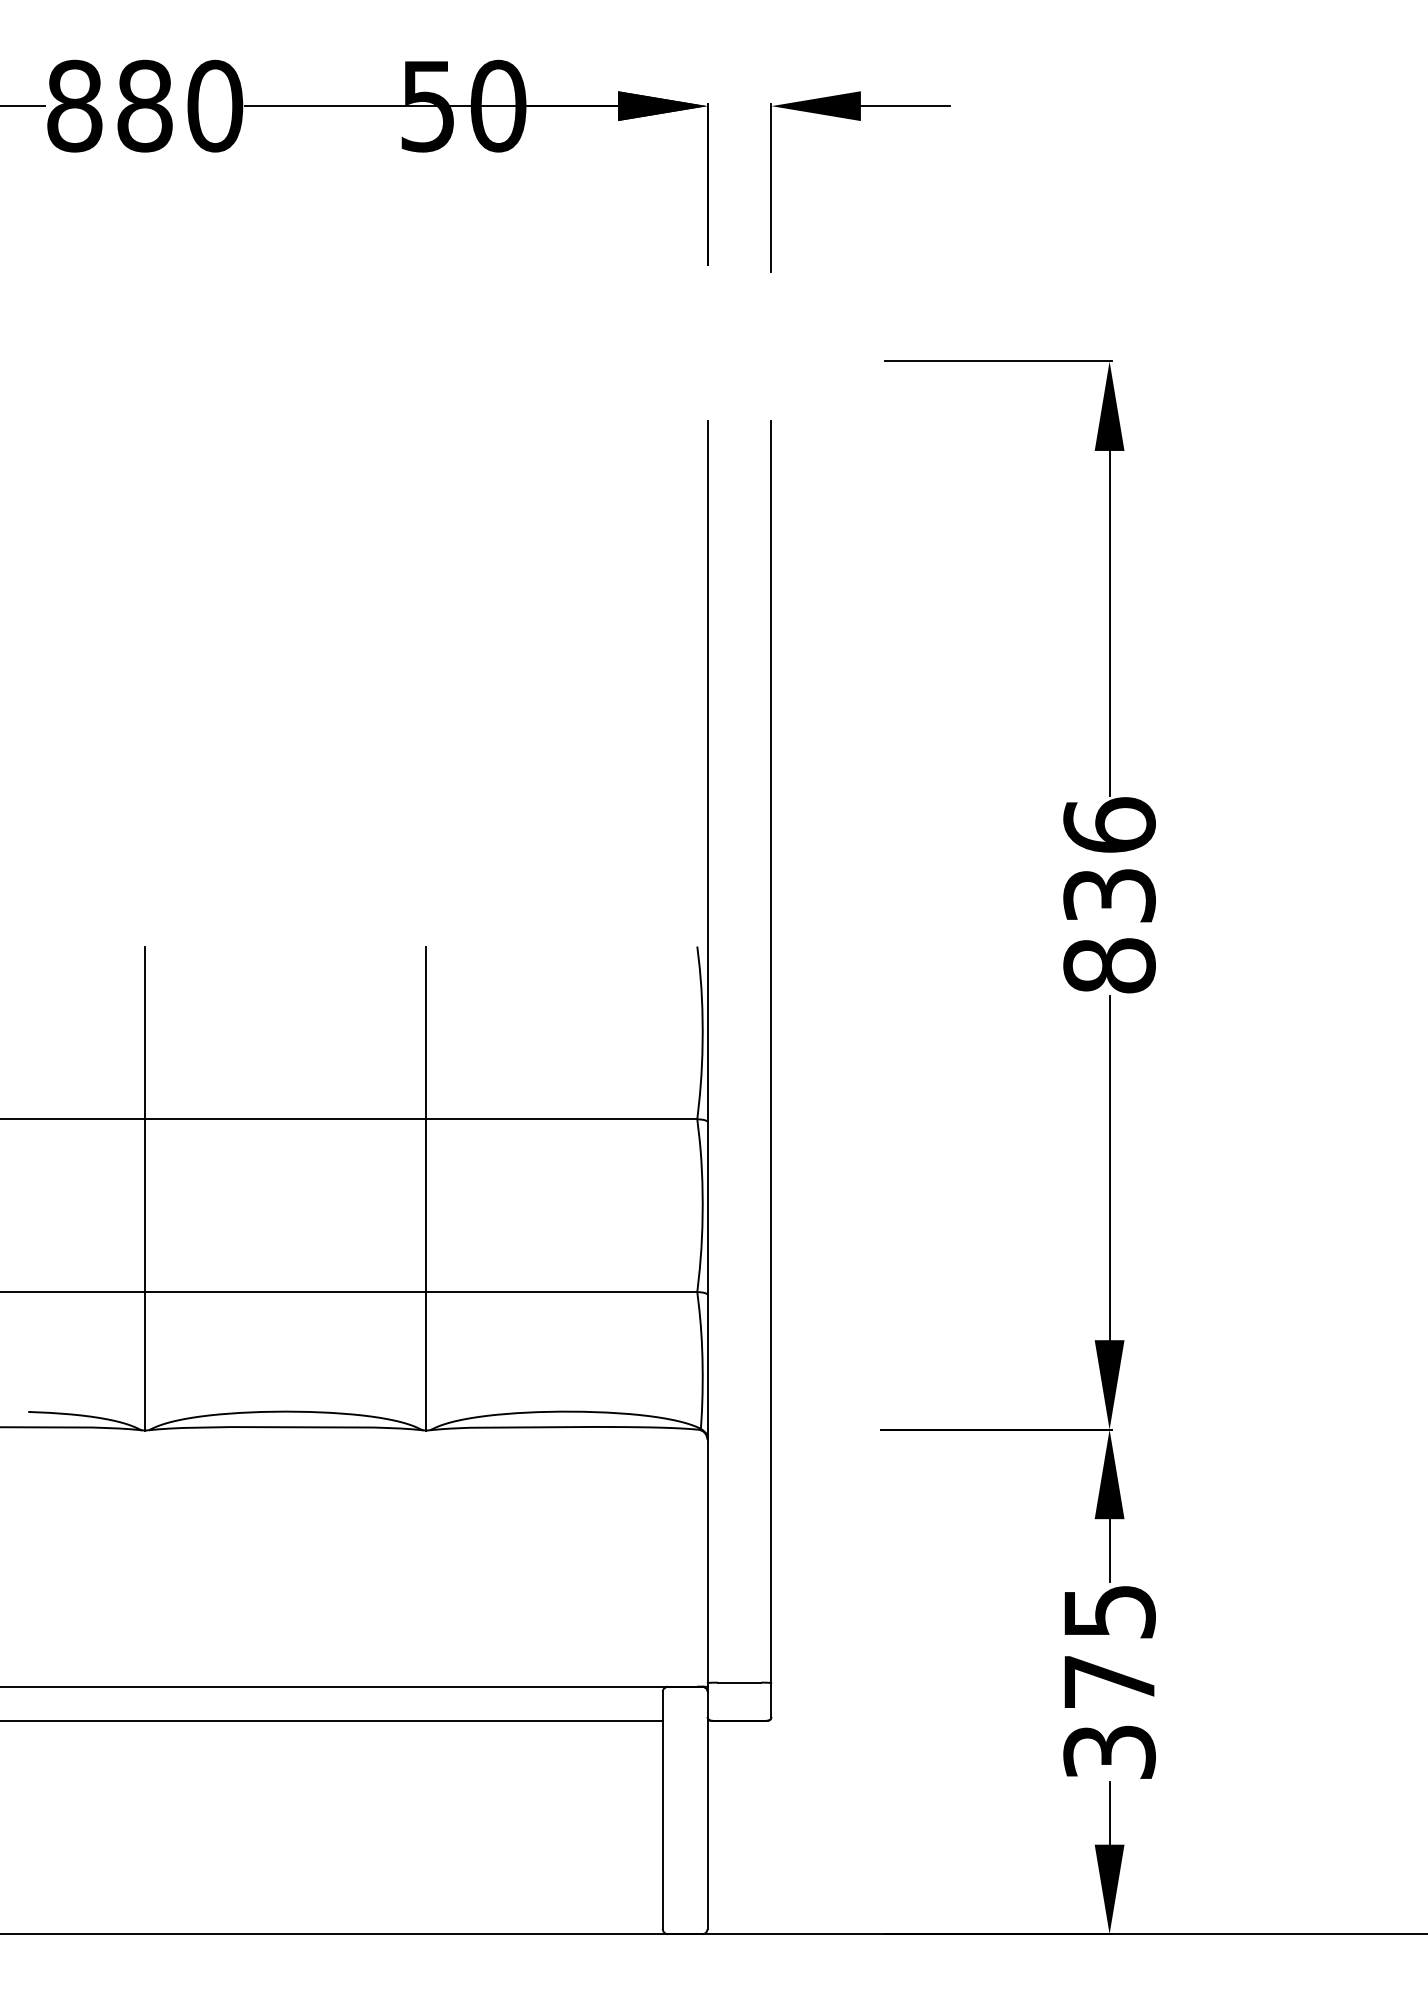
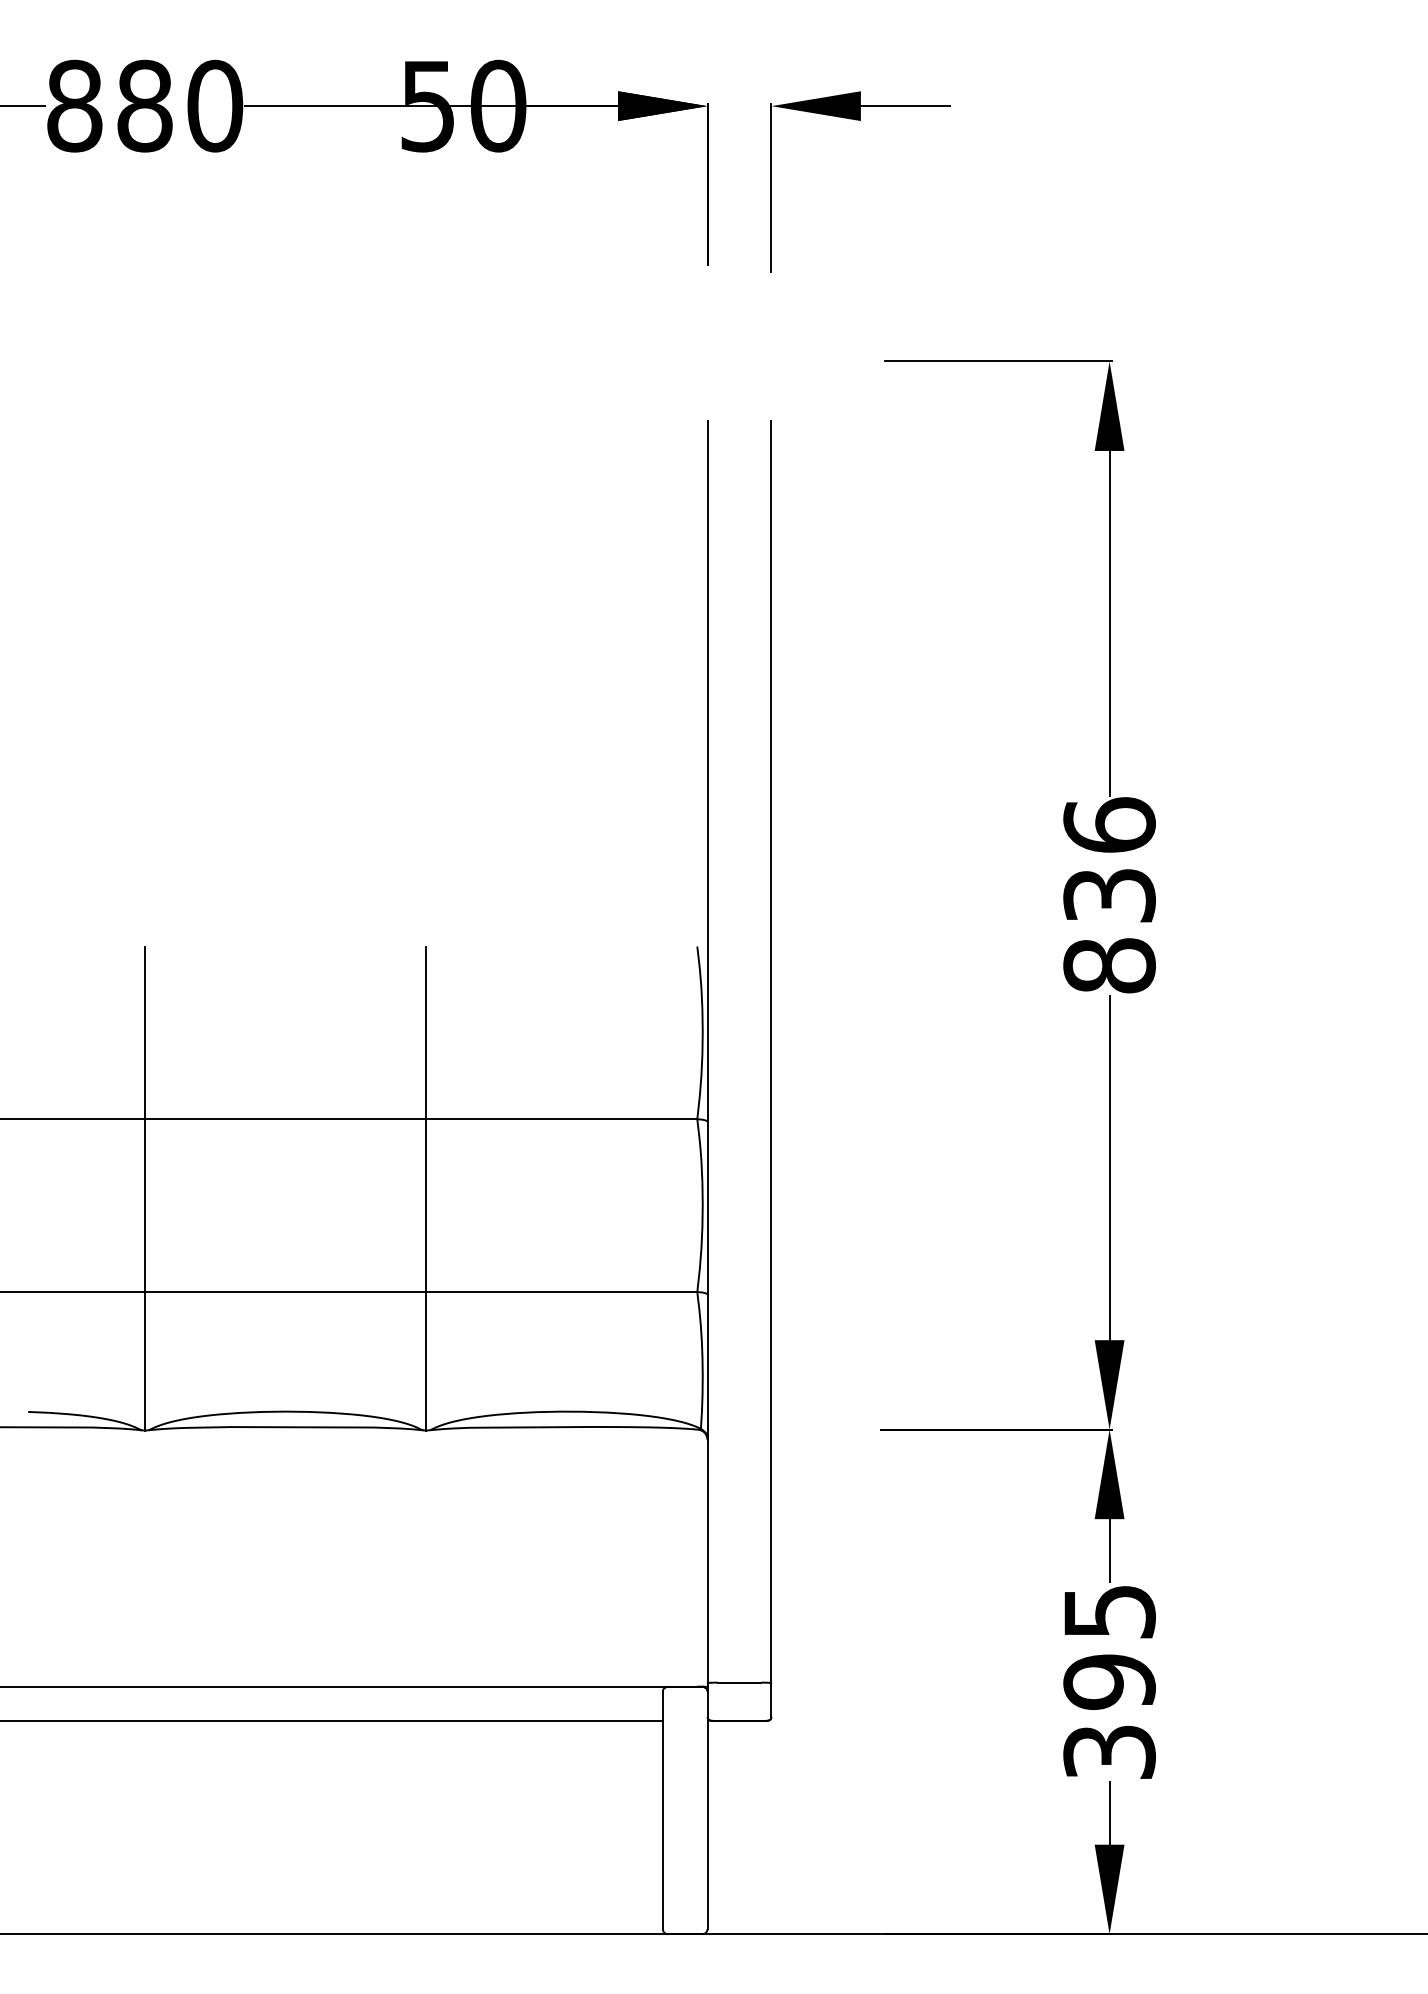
text at (1109, 1681): 375 -> 395
